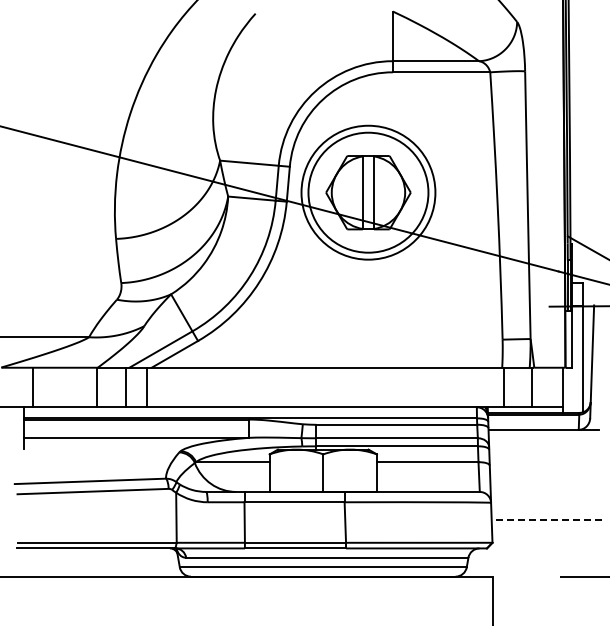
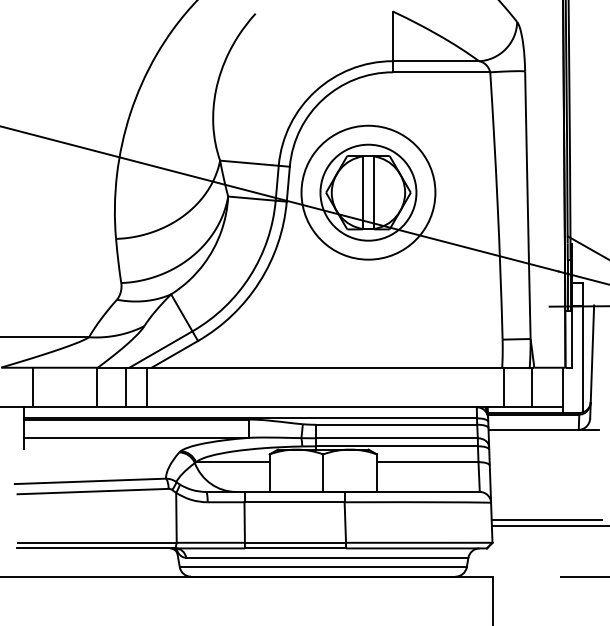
circle at (368, 192) diameter: 120 px -> 96 px
line at (546, 520): dashed -> solid
line at (548, 525): none -> present
